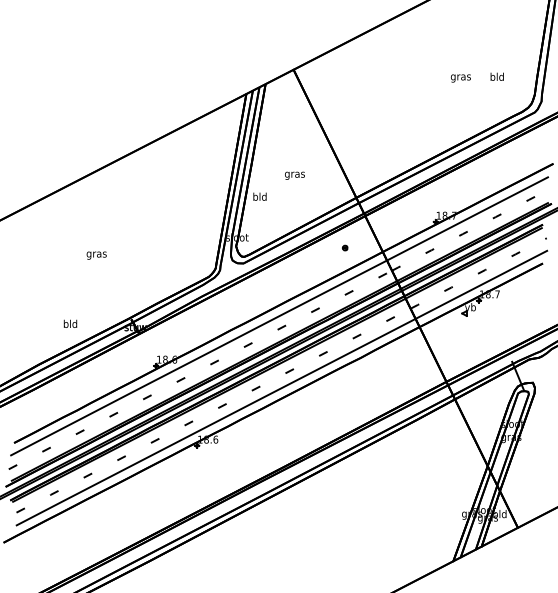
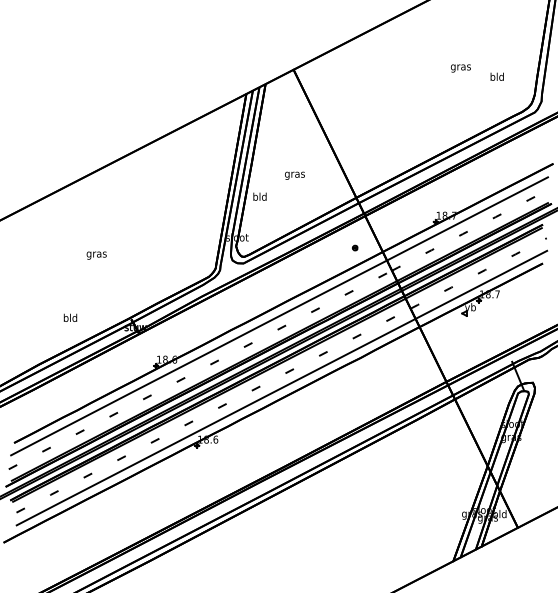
text at (460, 78) position: (460, 78) -> (460, 68)
part at (345, 247) position: (345, 247) -> (355, 247)
text at (70, 323) position: (70, 323) -> (70, 317)
